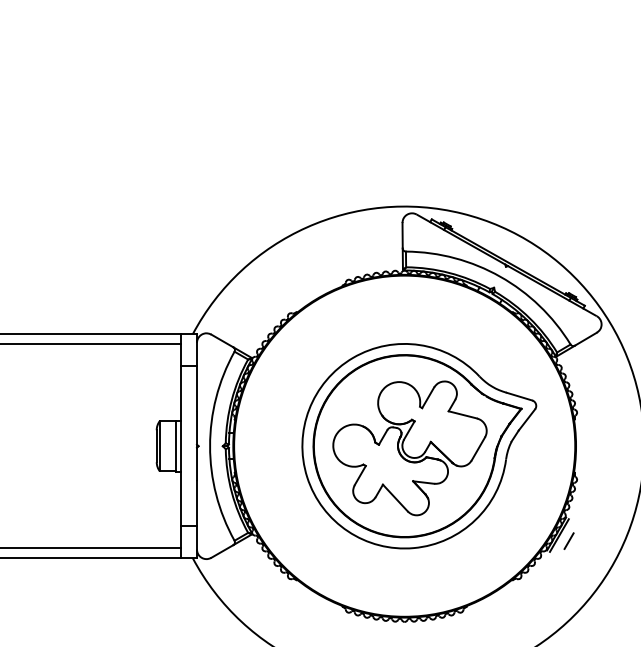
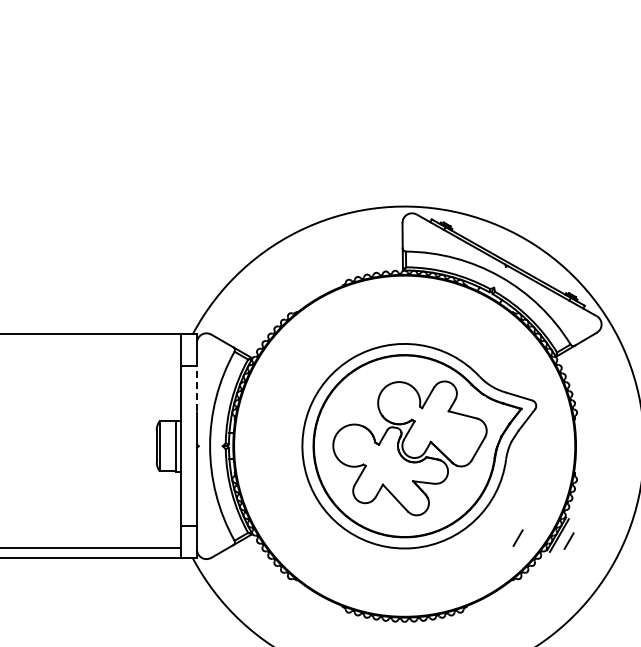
line at (91, 343): present -> none
line at (197, 388): solid -> dashed
line at (517, 537): none -> present
